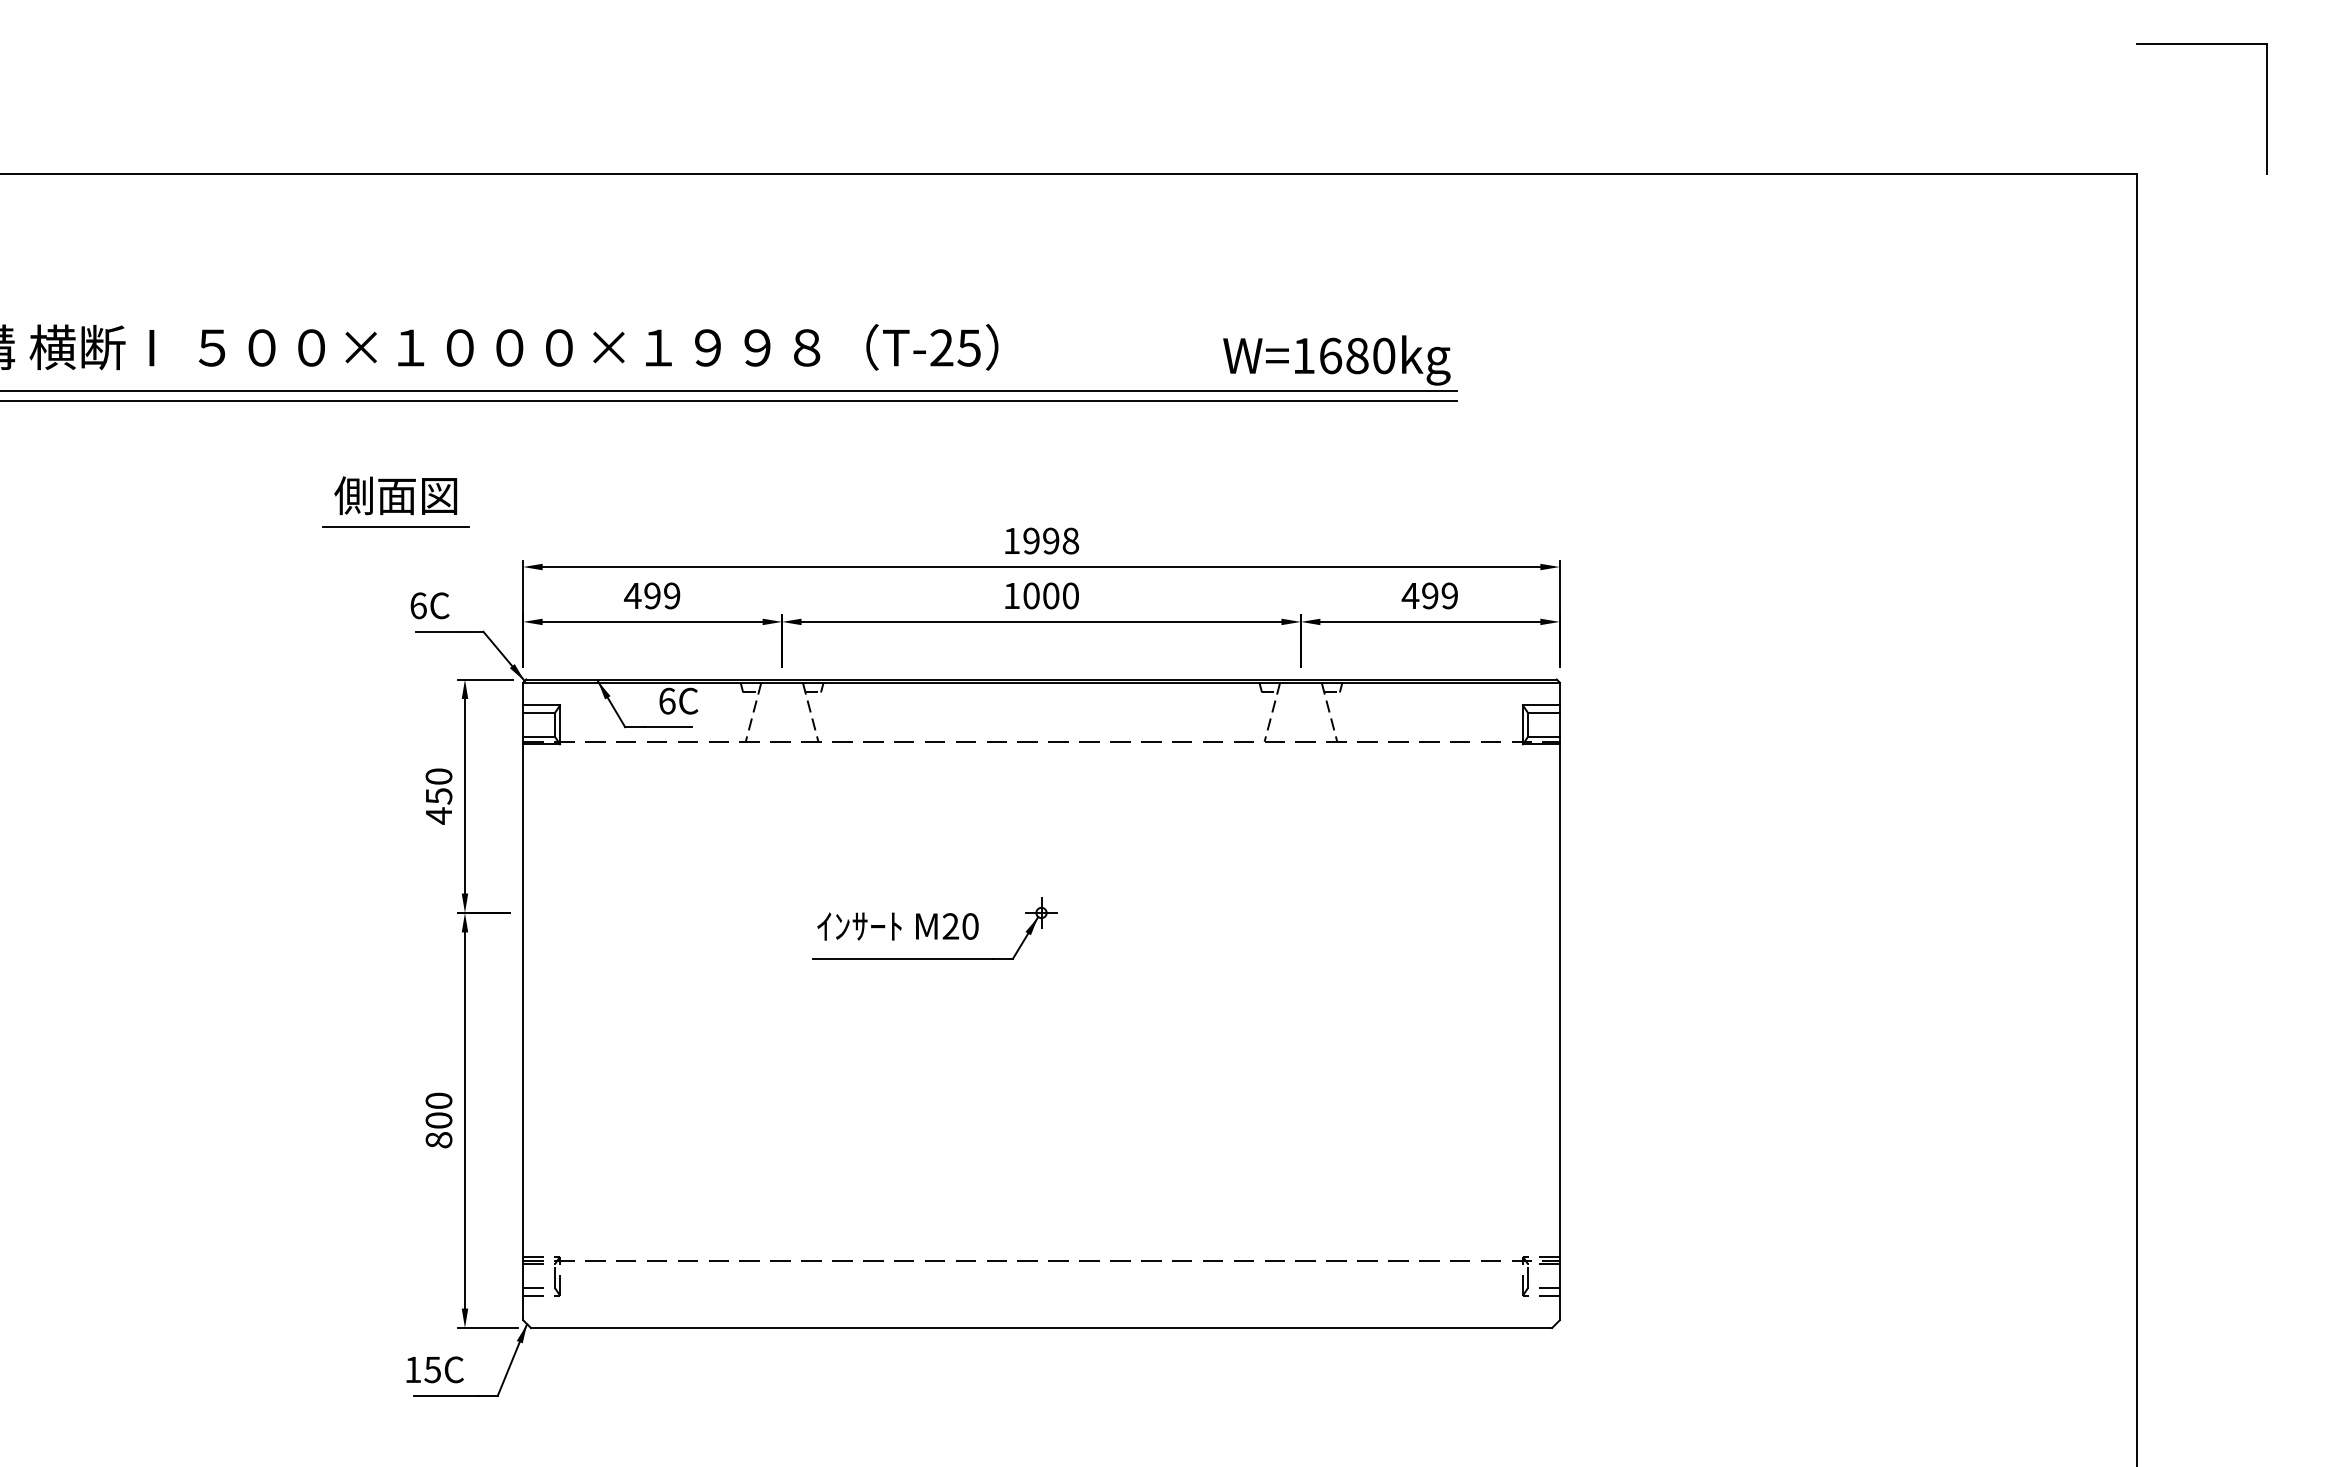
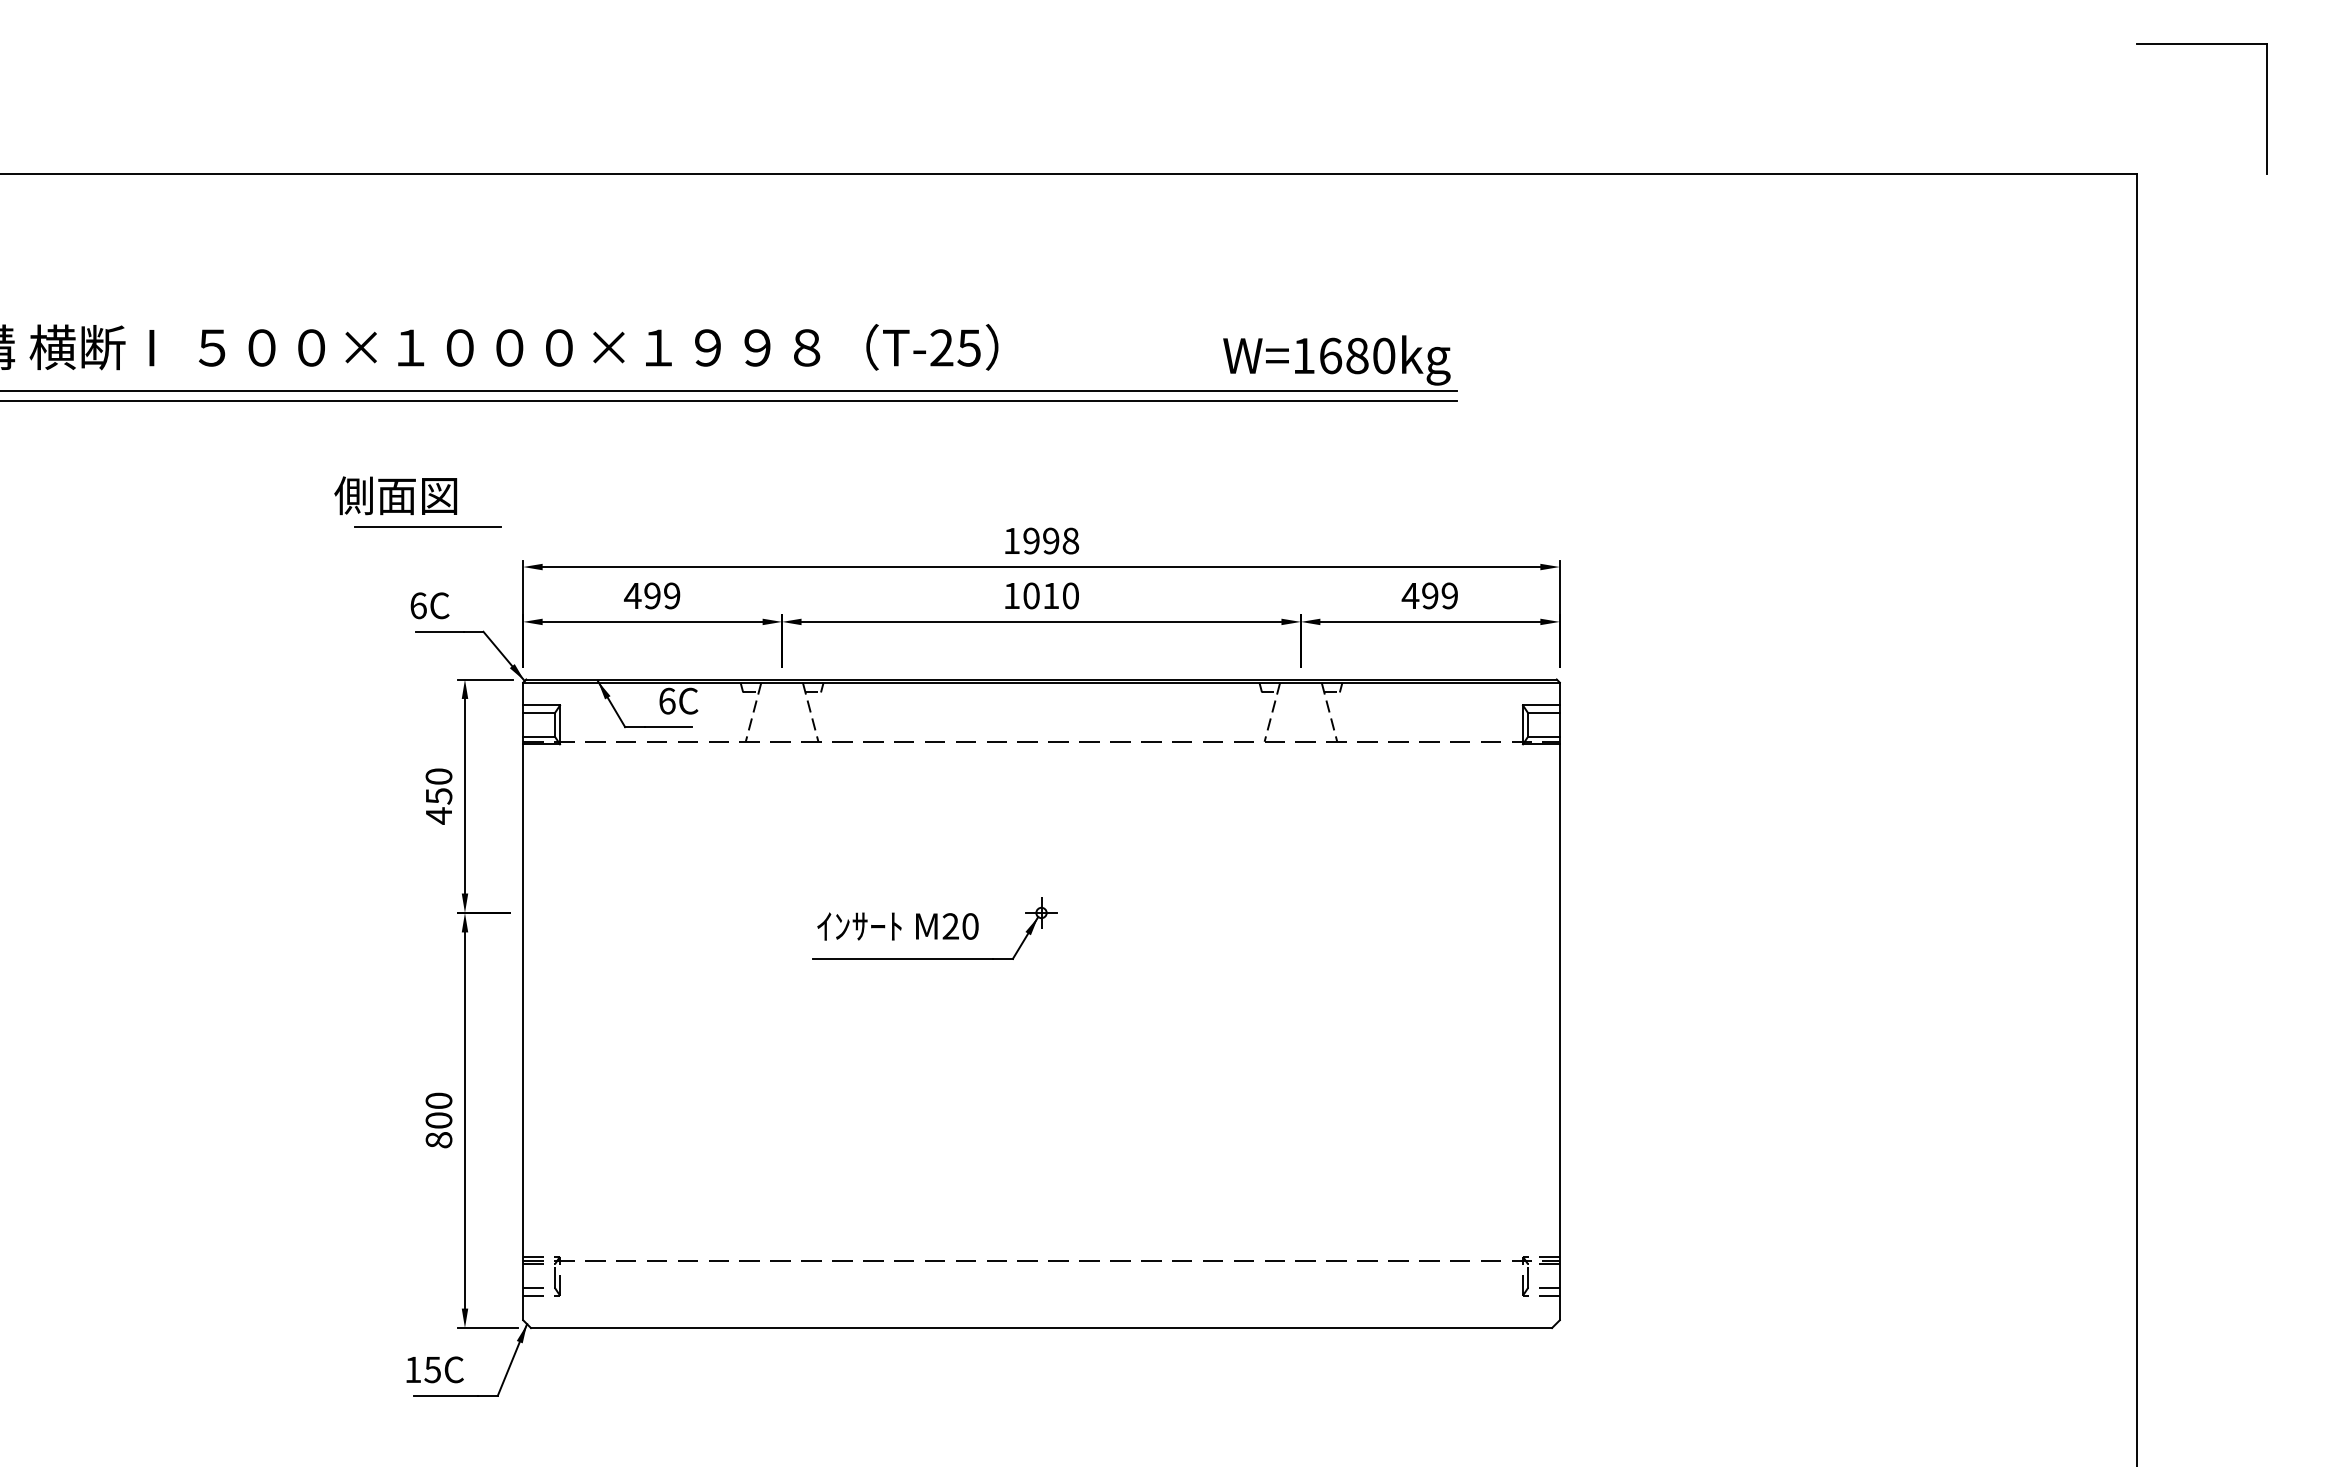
line at (395, 526) position: (395, 526) -> (427, 526)
text at (1051, 595): 1000 -> 1010
